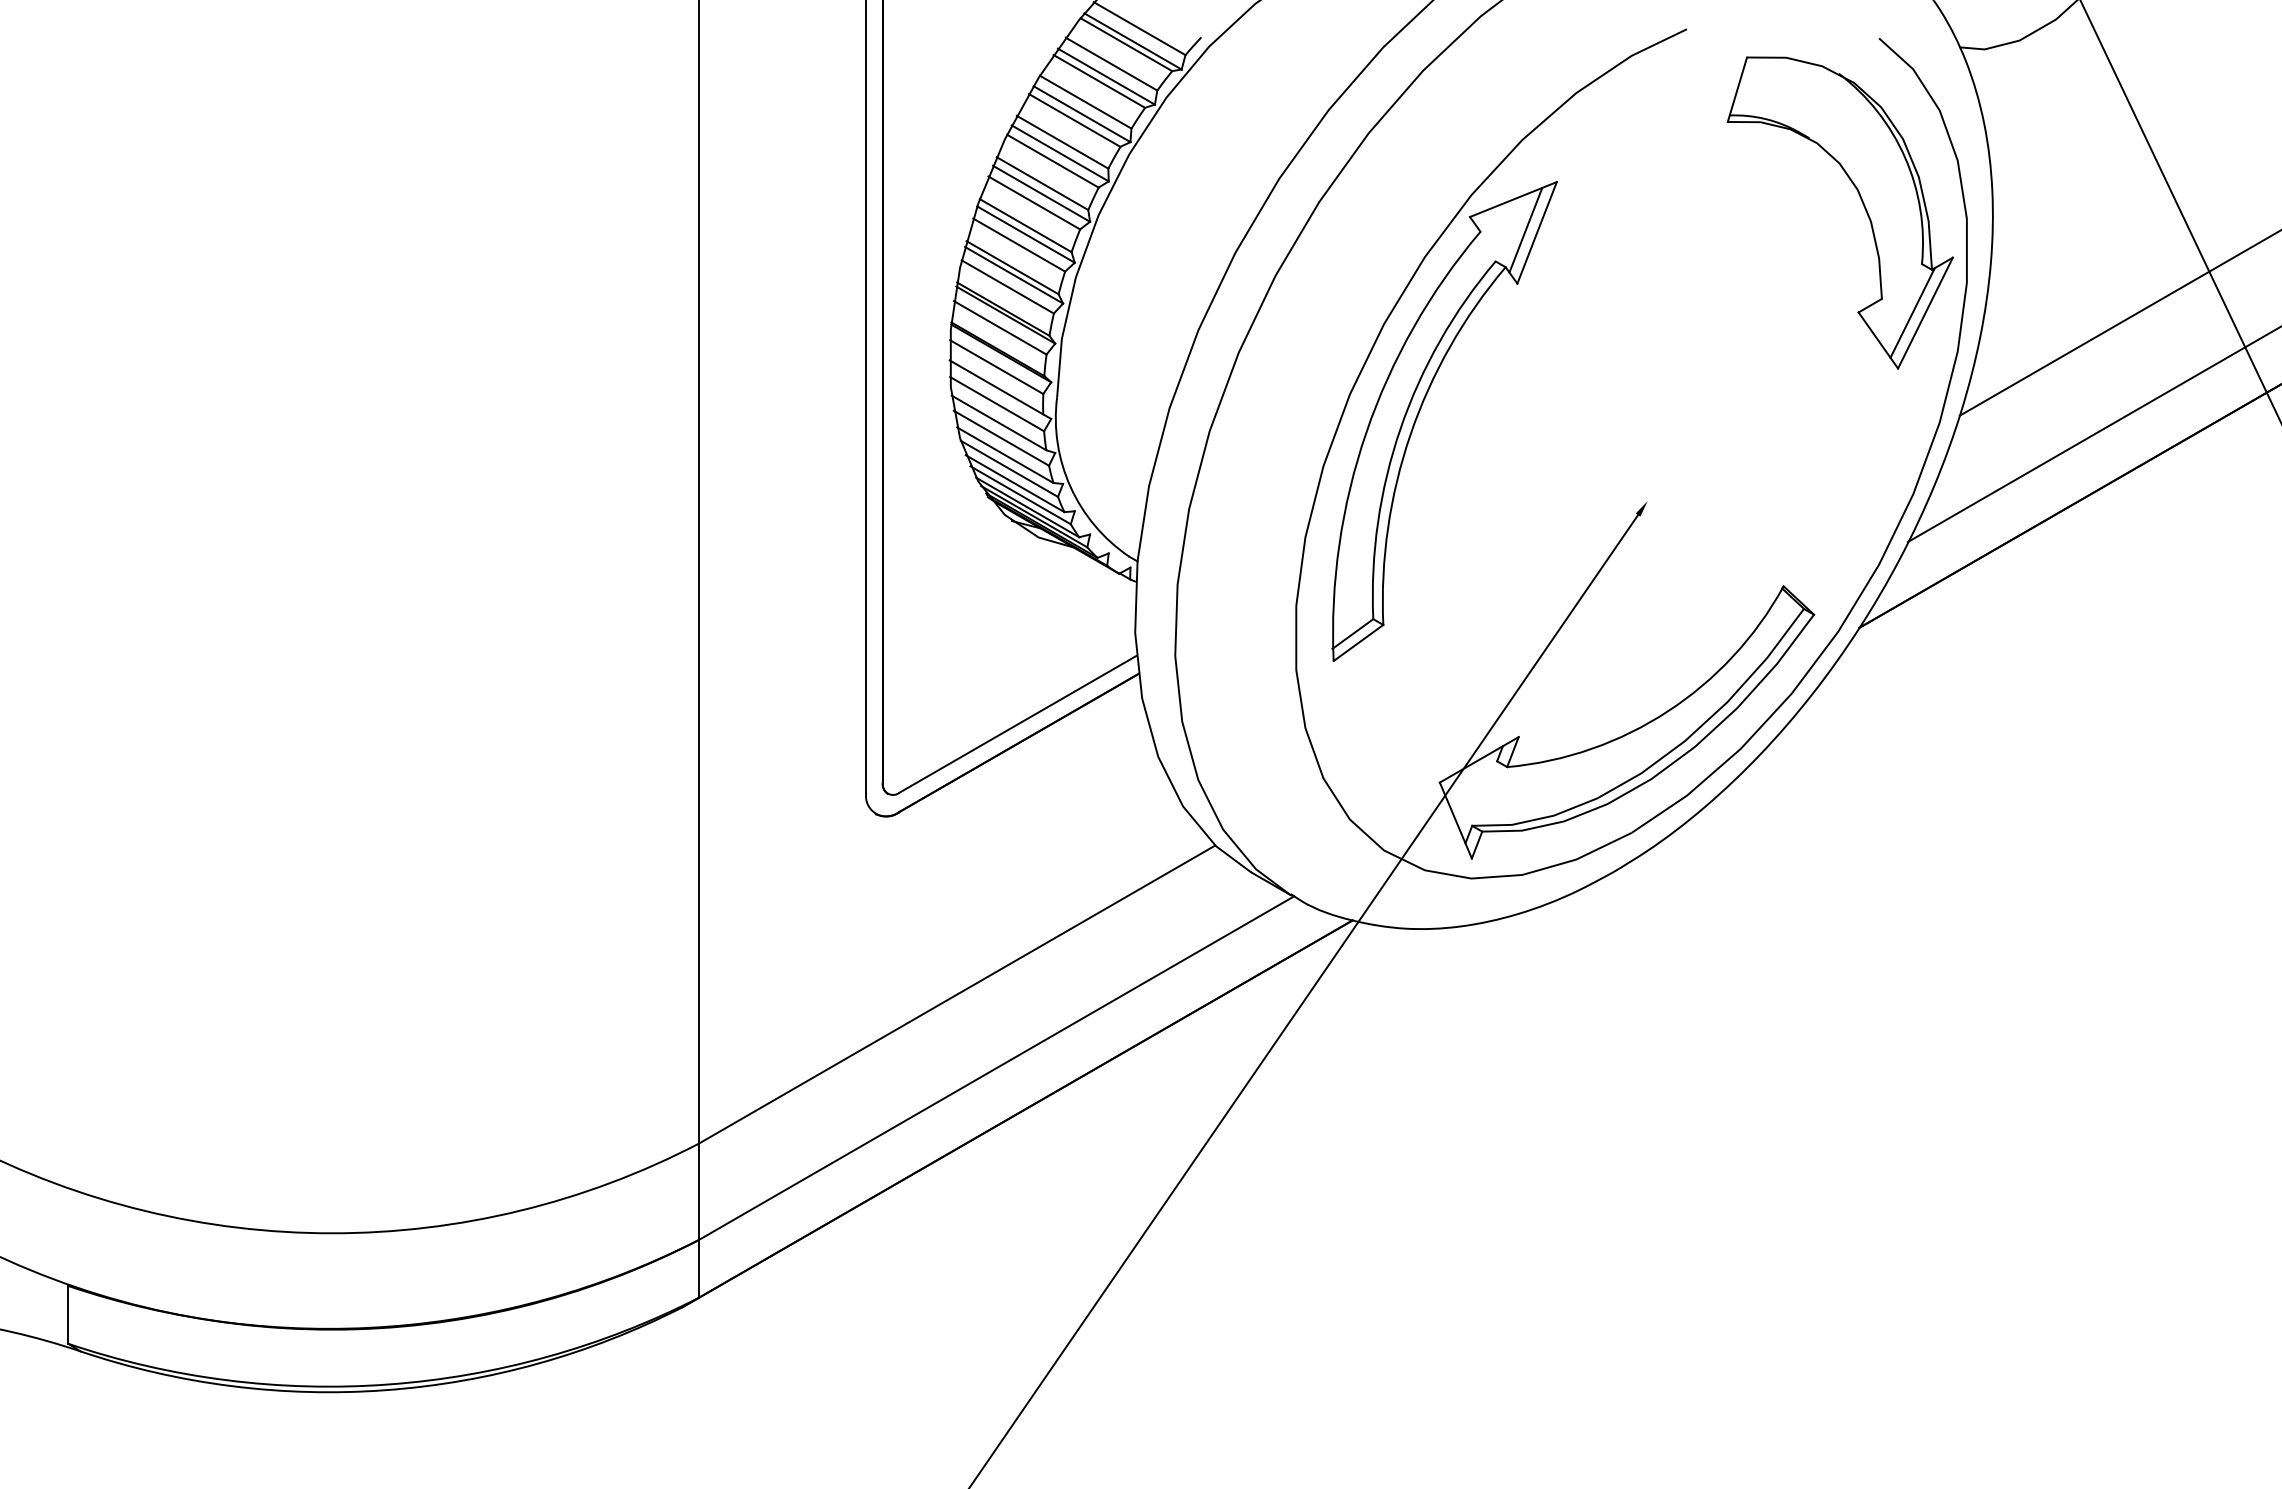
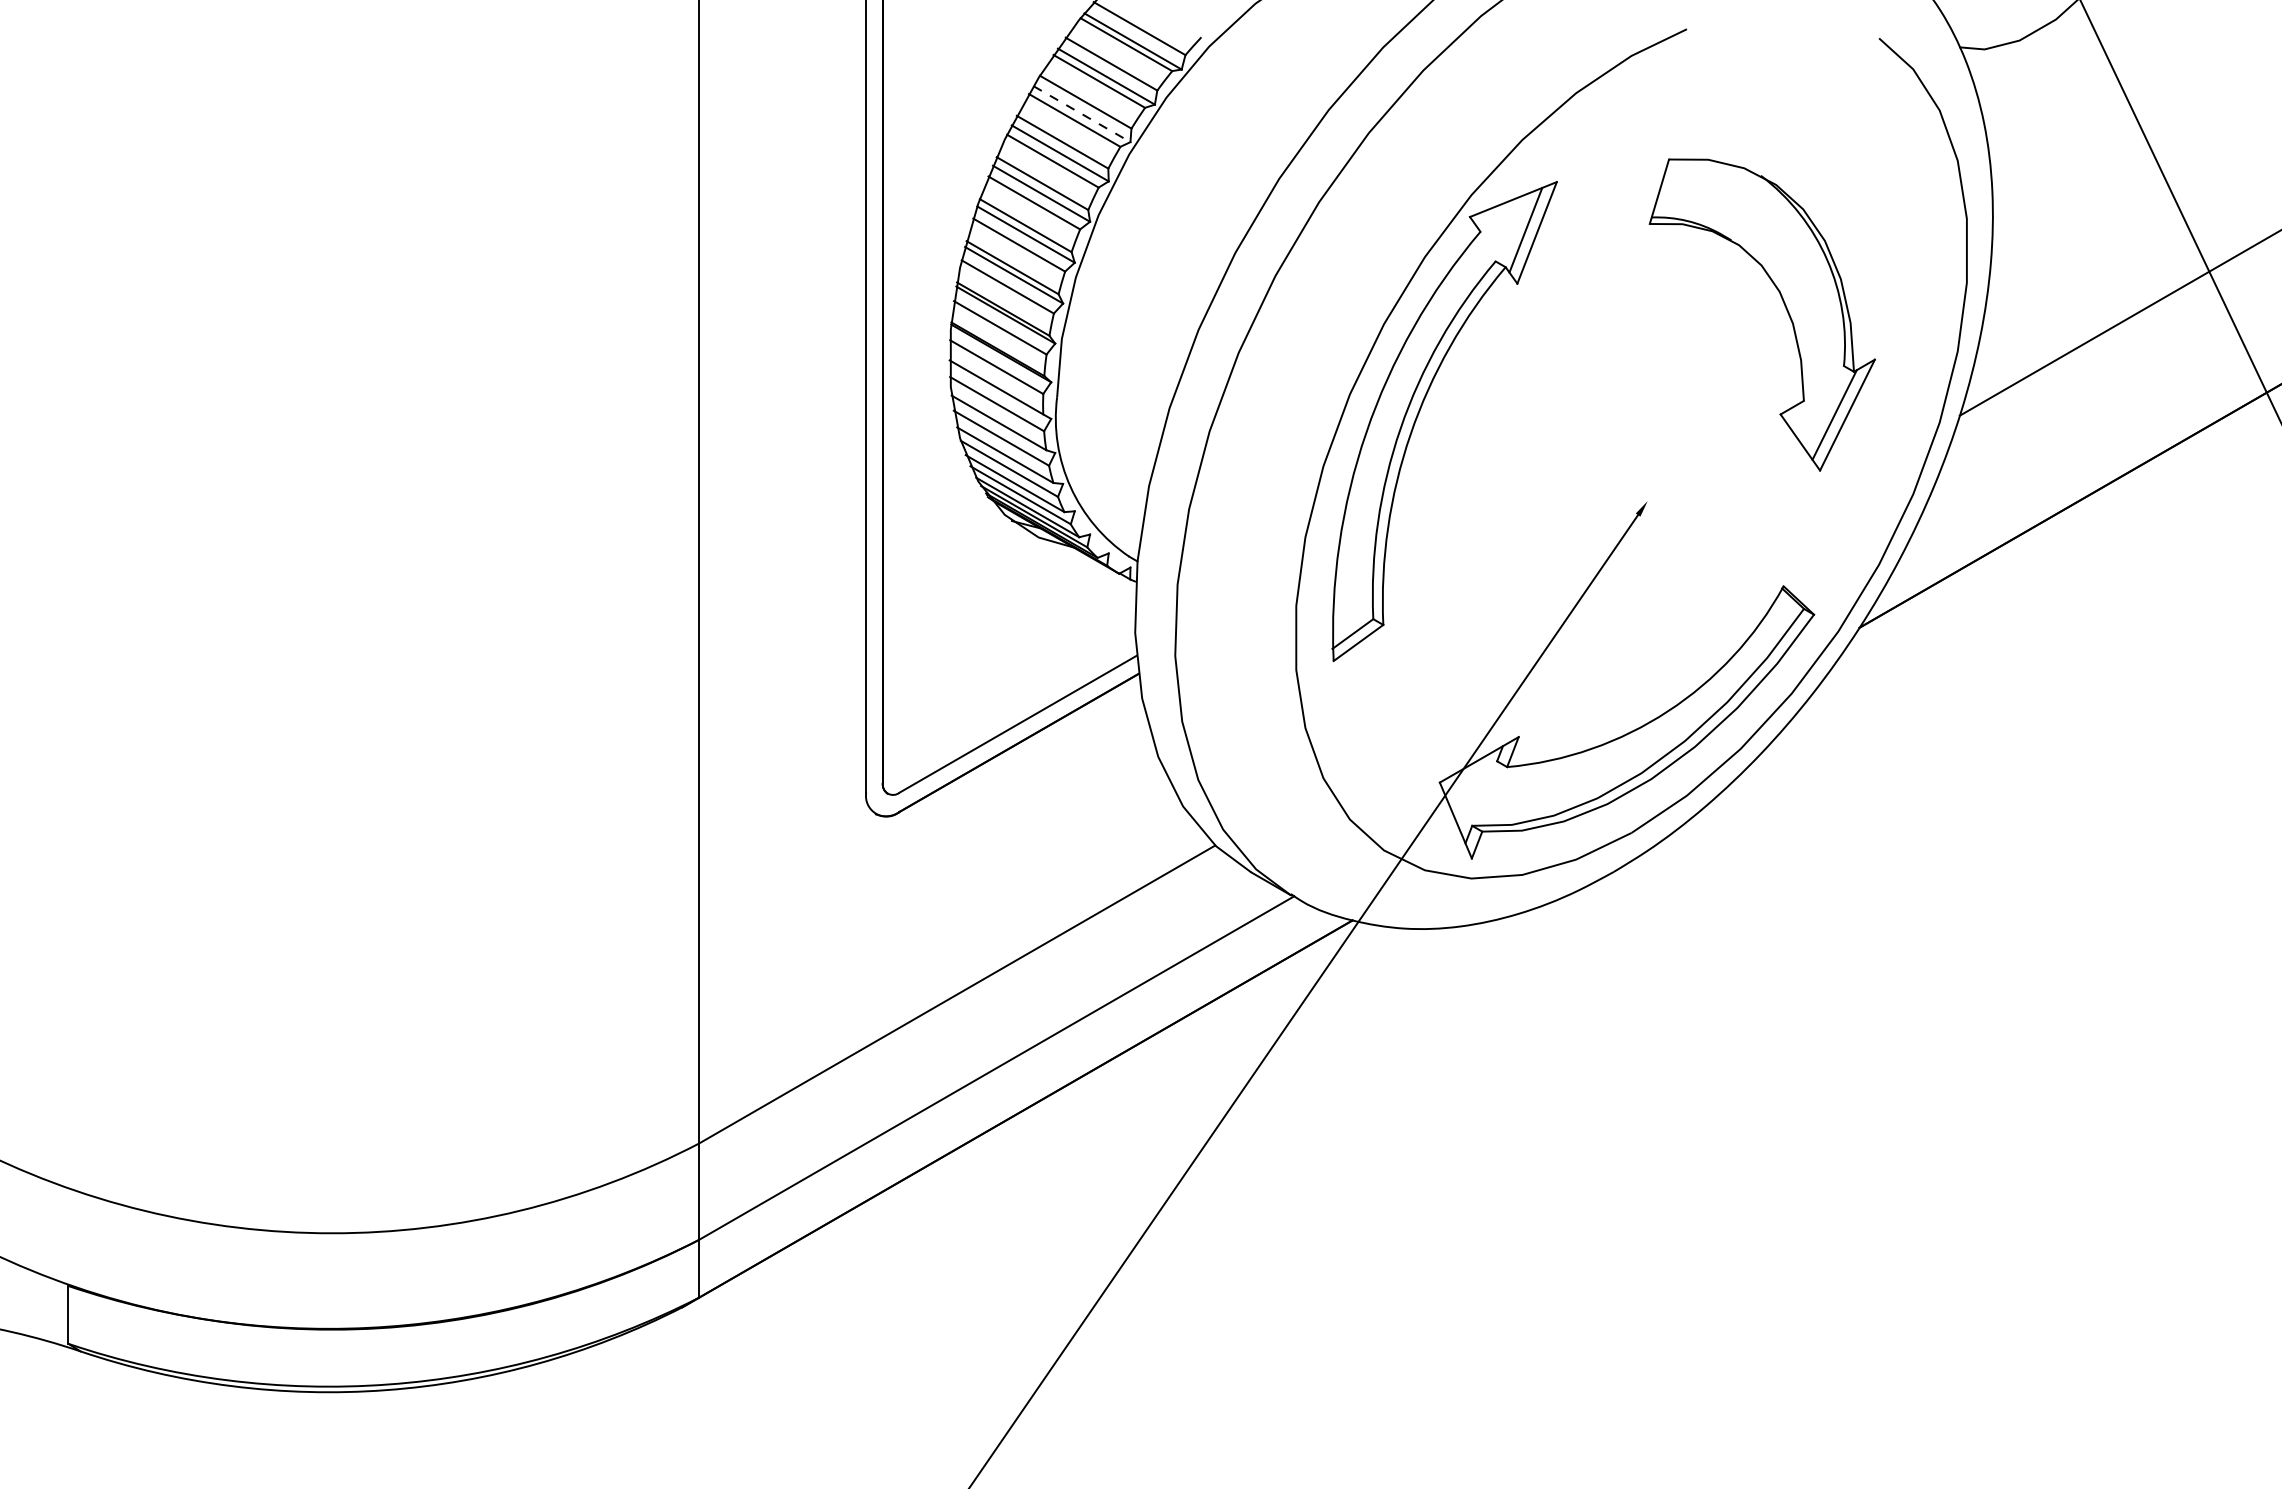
line at (1082, 114): solid -> dashed
part at (1862, 204) position: (1862, 204) -> (1784, 306)
line at (2092, 435): present -> none
